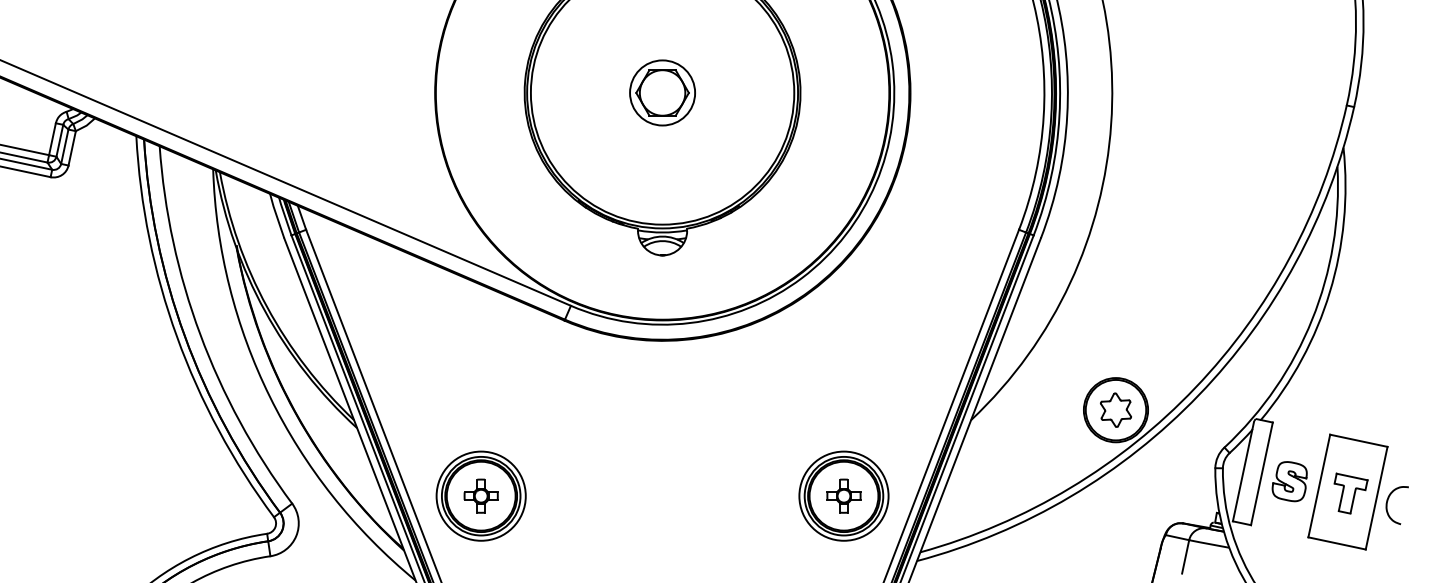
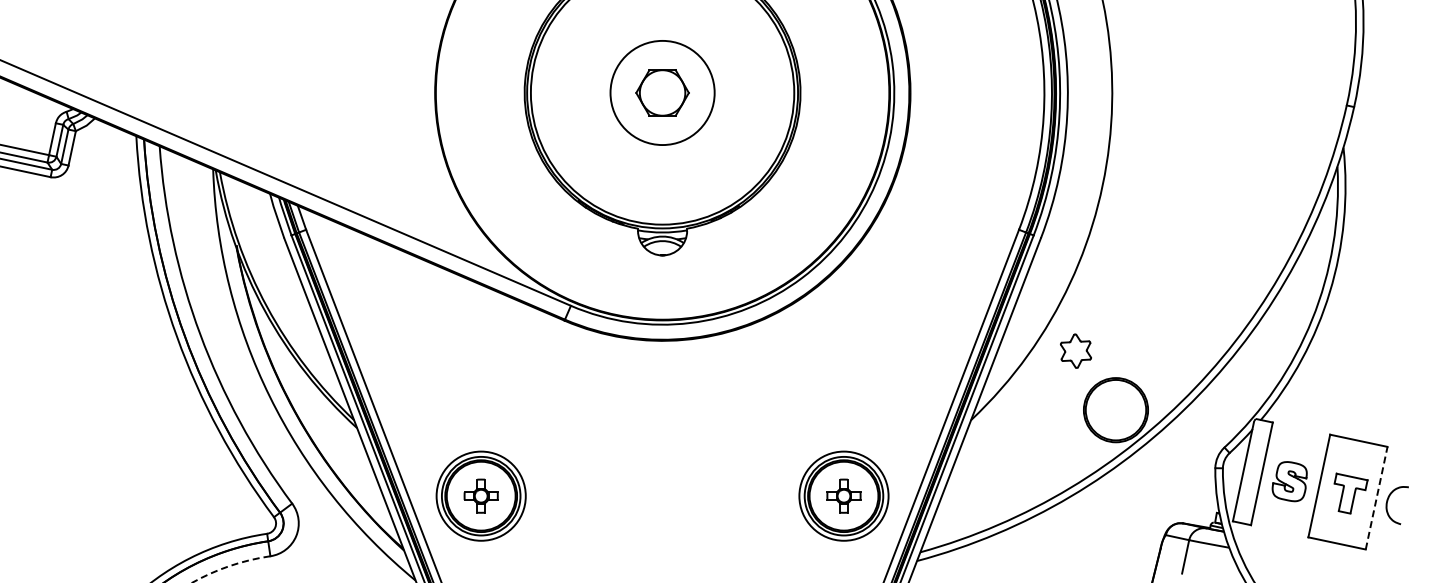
circle at (662, 92) diameter: 65 px -> 104 px
part at (1115, 409) position: (1115, 409) -> (1075, 350)
line at (1376, 497): solid -> dashed
arc at (229, 566): solid -> dashed
